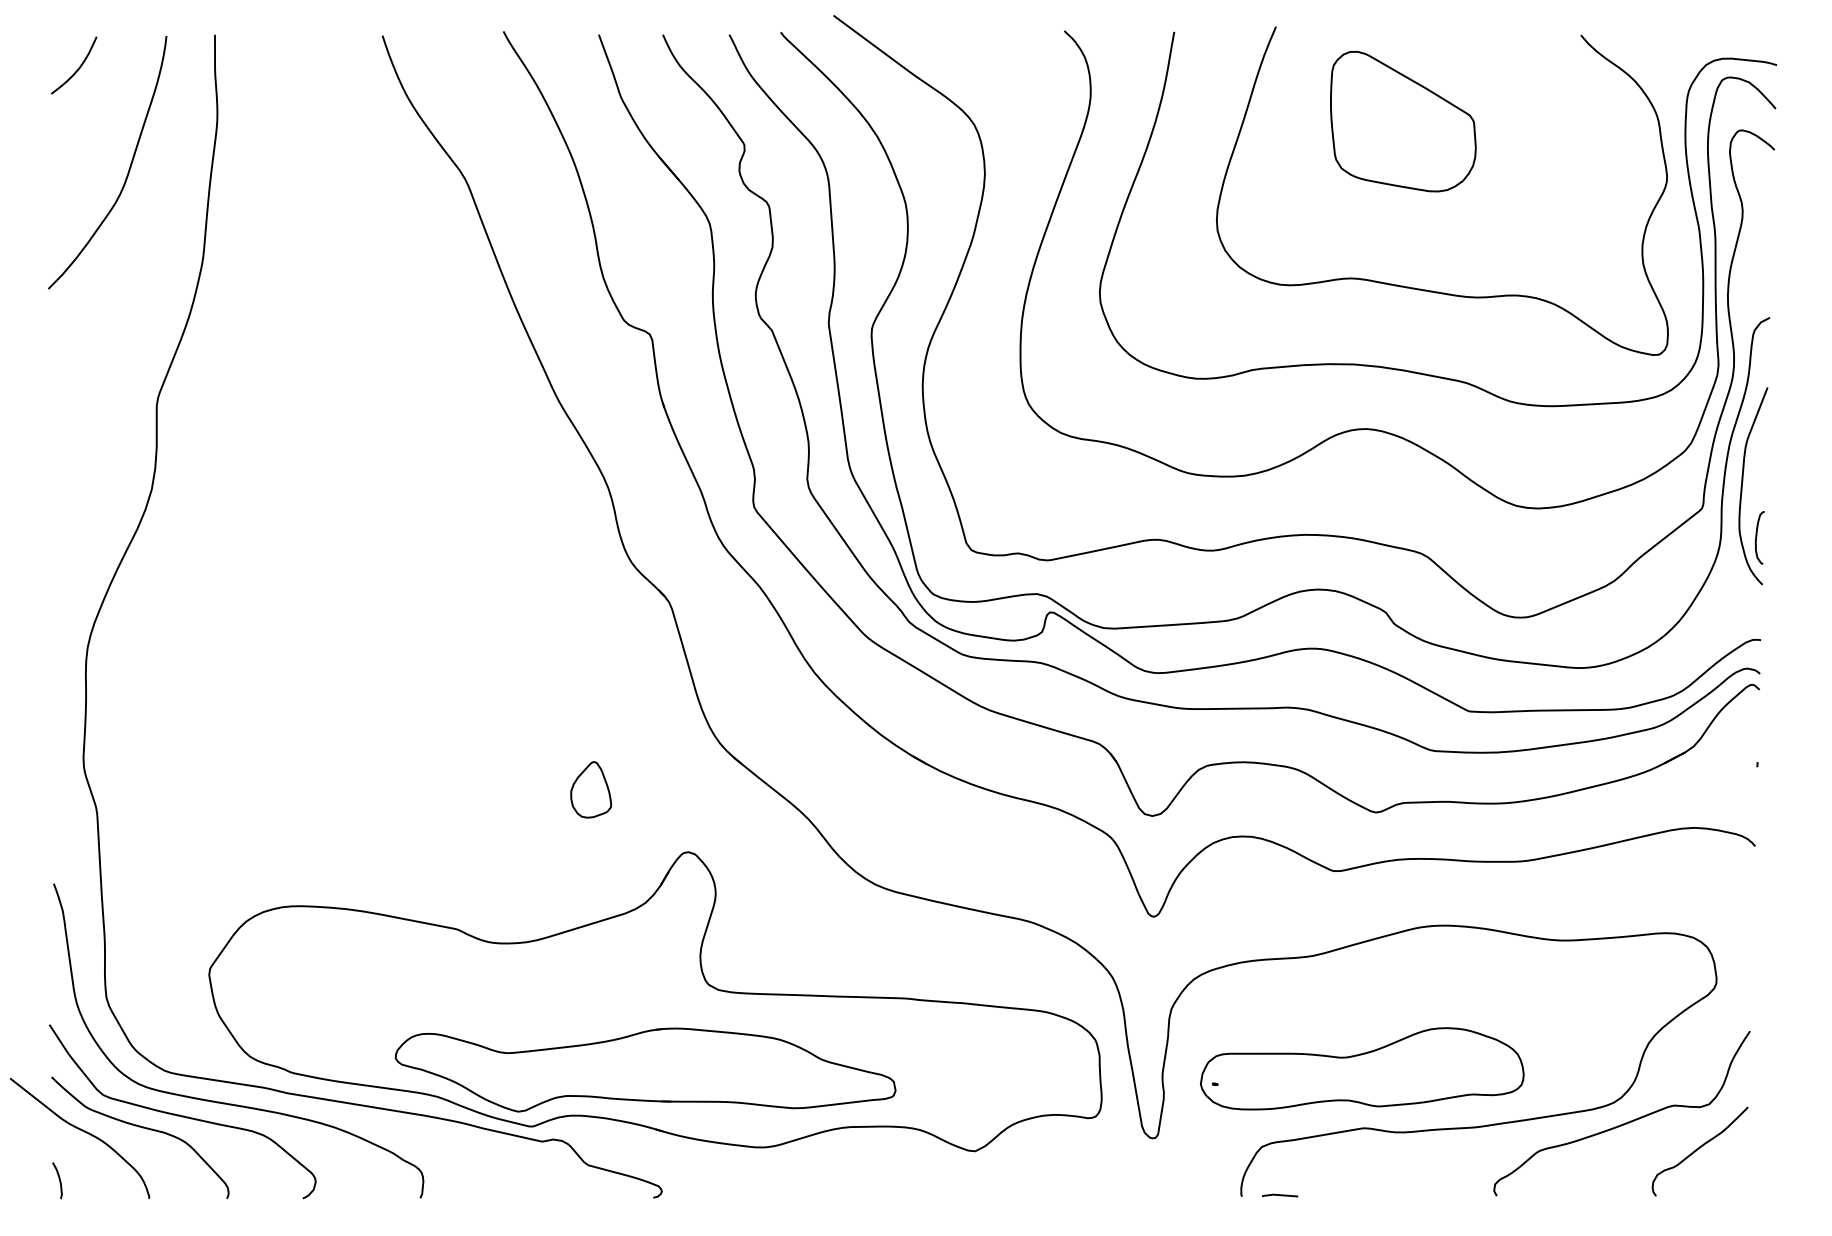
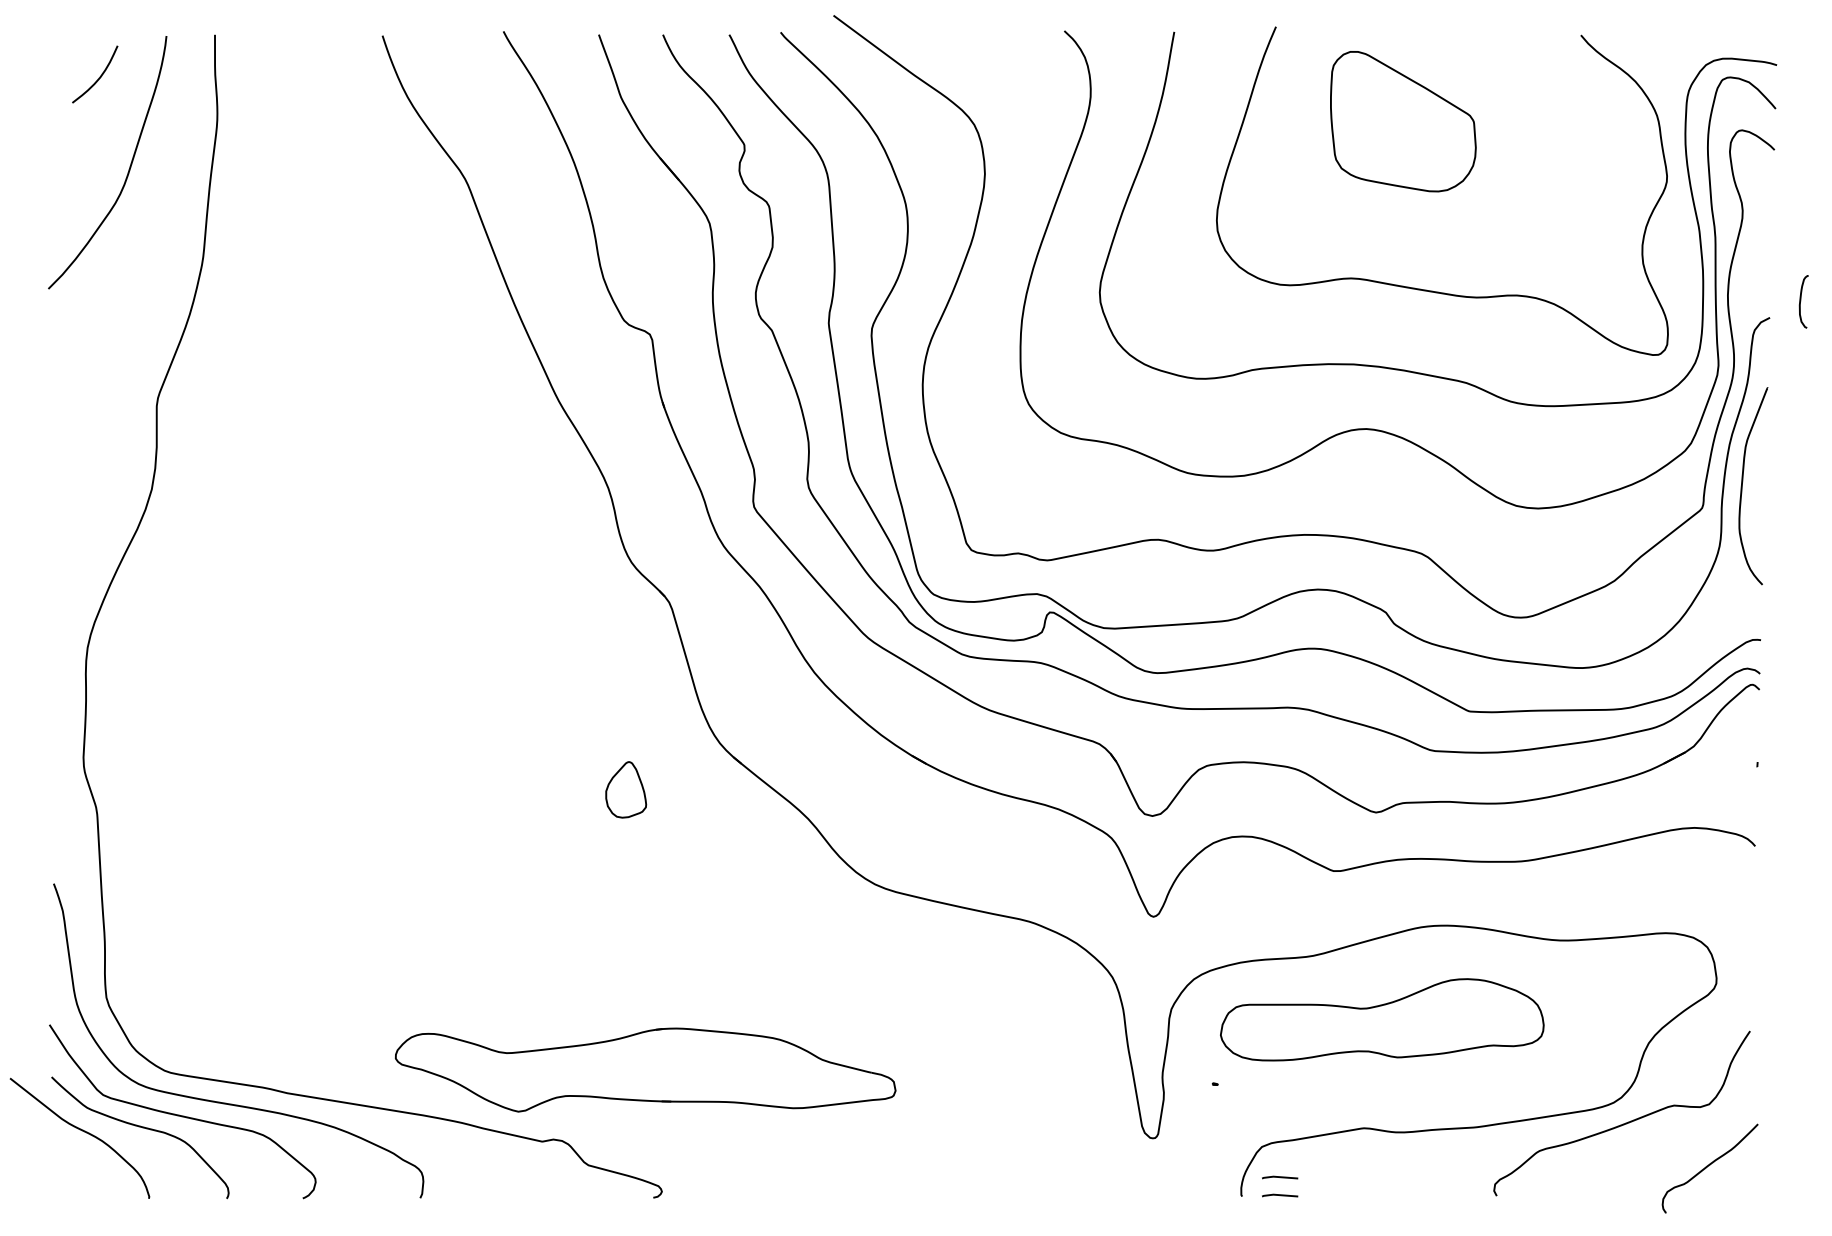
curve at (78, 67) position: (78, 67) -> (99, 76)
curve at (1757, 537) position: (1757, 537) -> (1801, 301)
part at (591, 789) position: (591, 789) -> (626, 789)
part at (655, 1001): present -> none
part at (1362, 1068) position: (1362, 1068) -> (1382, 1019)
curve at (1698, 1149) position: (1698, 1149) -> (1708, 1166)
line at (1280, 1177): none -> present
curve at (58, 1179): present -> none
